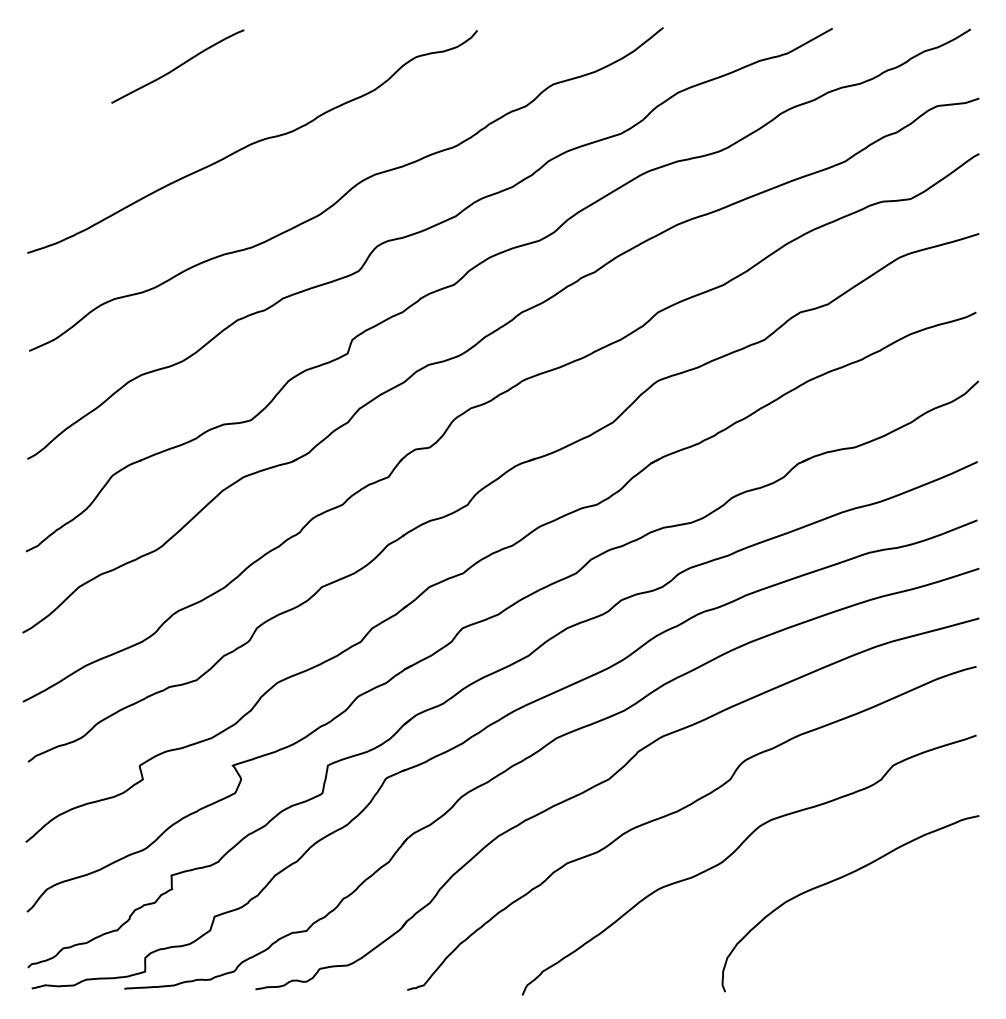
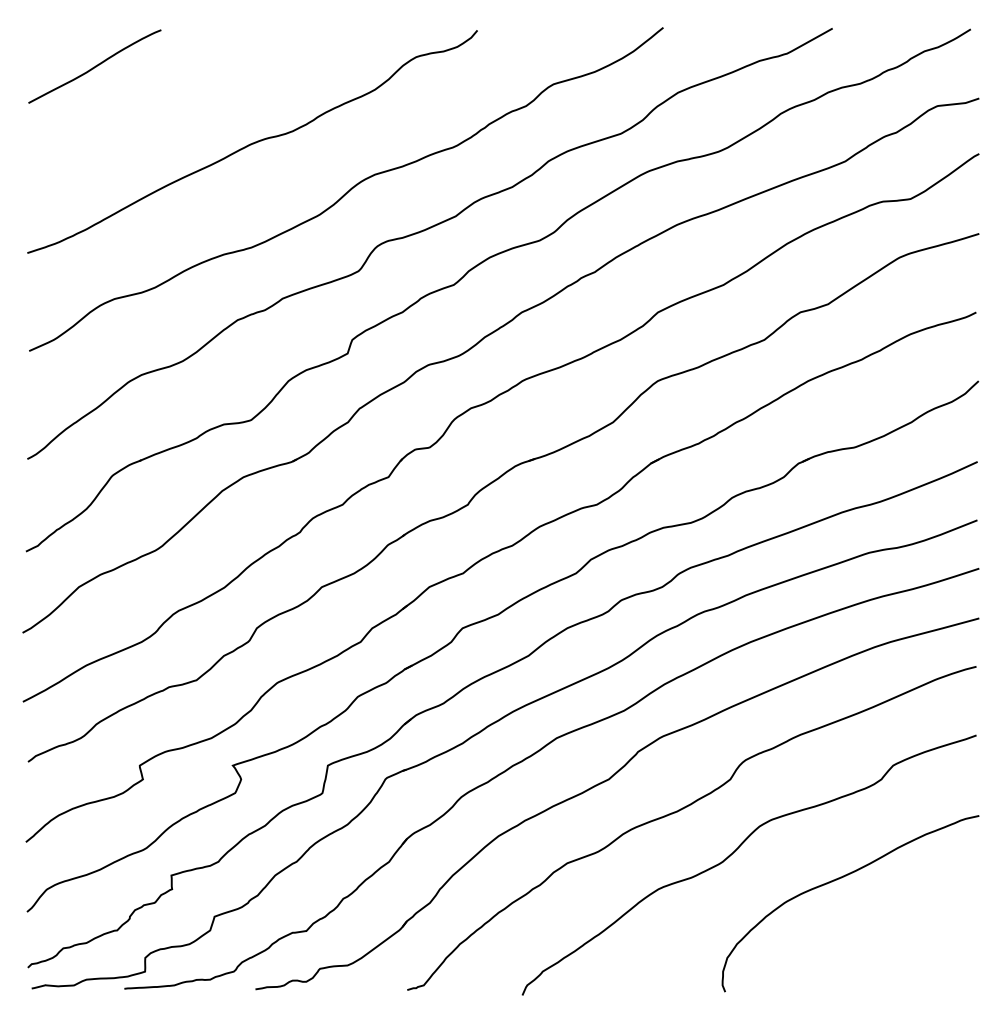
curve at (177, 66) position: (177, 66) -> (94, 66)
